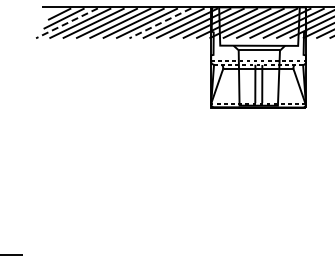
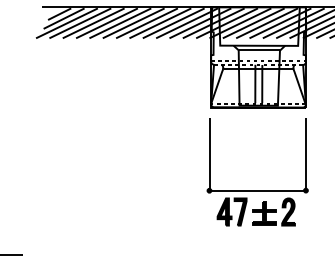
line at (66, 23): dashed -> solid
line at (159, 23): dashed -> solid
part at (257, 190): none -> present
